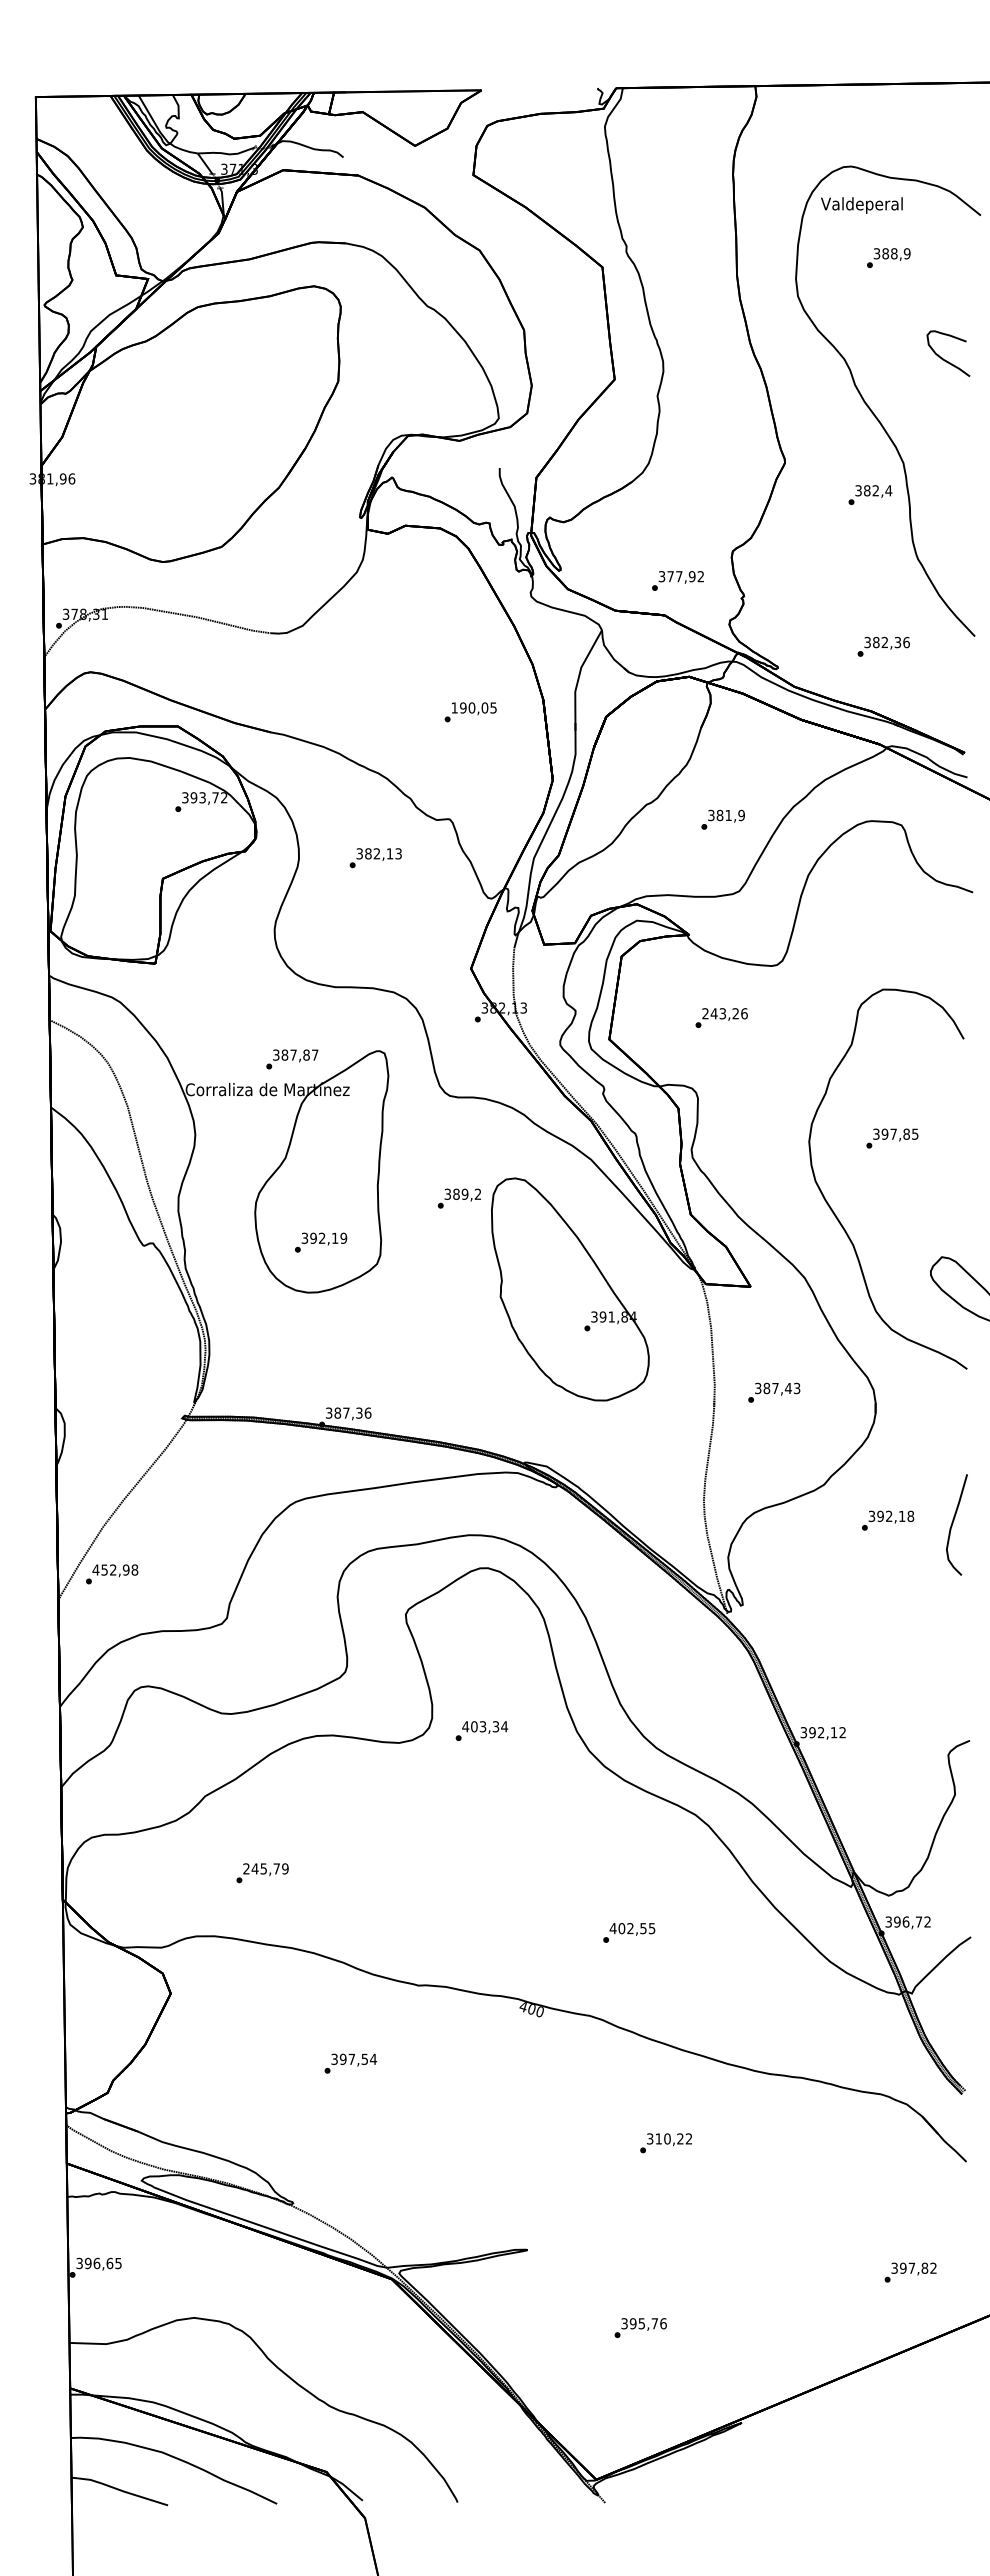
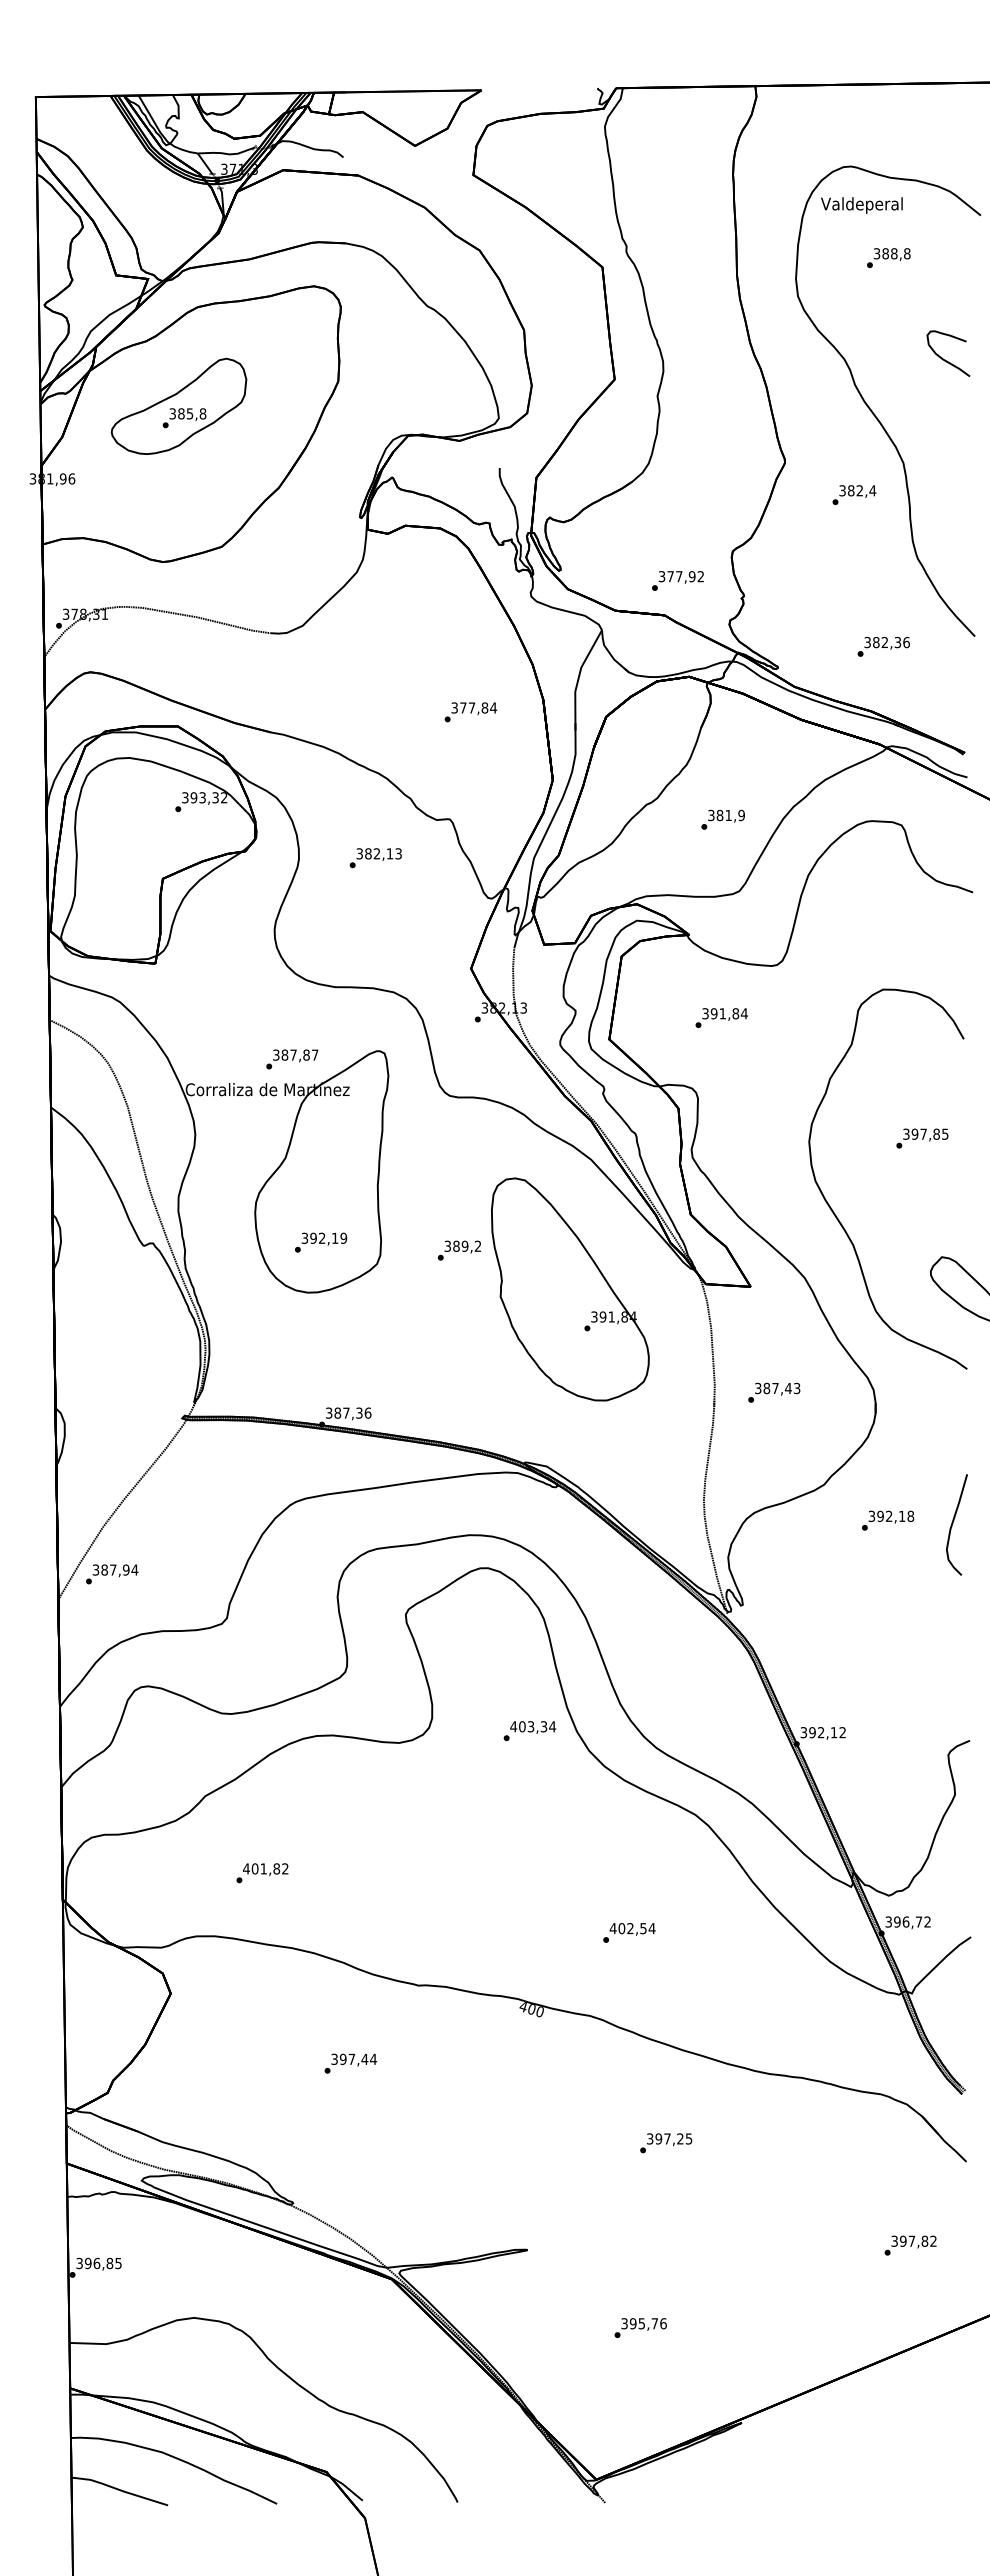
text at (906, 253): 388,9 -> 388,8
part at (178, 405): none -> present
text at (870, 495) position: (870, 495) -> (854, 495)
text at (474, 707): 190,05 -> 377,84
text at (215, 797): 393,72 -> 393,32
text at (724, 1013): 243,26 -> 391,84
text at (892, 1138) position: (892, 1138) -> (922, 1138)
text at (458, 1198) position: (458, 1198) -> (458, 1250)
text at (115, 1569): 452,98 -> 387,94
text at (481, 1730) position: (481, 1730) -> (529, 1730)
text at (265, 1868): 245,79 -> 401,82
text at (651, 1928): 402,55 -> 402,54
text at (364, 2058): 397,54 -> 397,44
text at (673, 2138): 310,22 -> 397,25
text at (109, 2262): 396,65 -> 396,85
text at (910, 2272) position: (910, 2272) -> (910, 2245)
